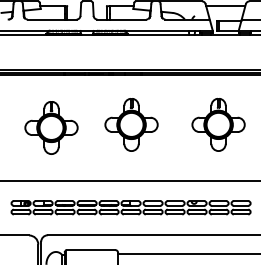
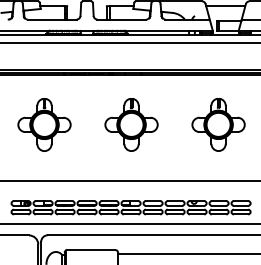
line at (129, 43): none -> present
part at (51, 127) position: (51, 127) -> (44, 124)
line at (129, 224): none -> present
